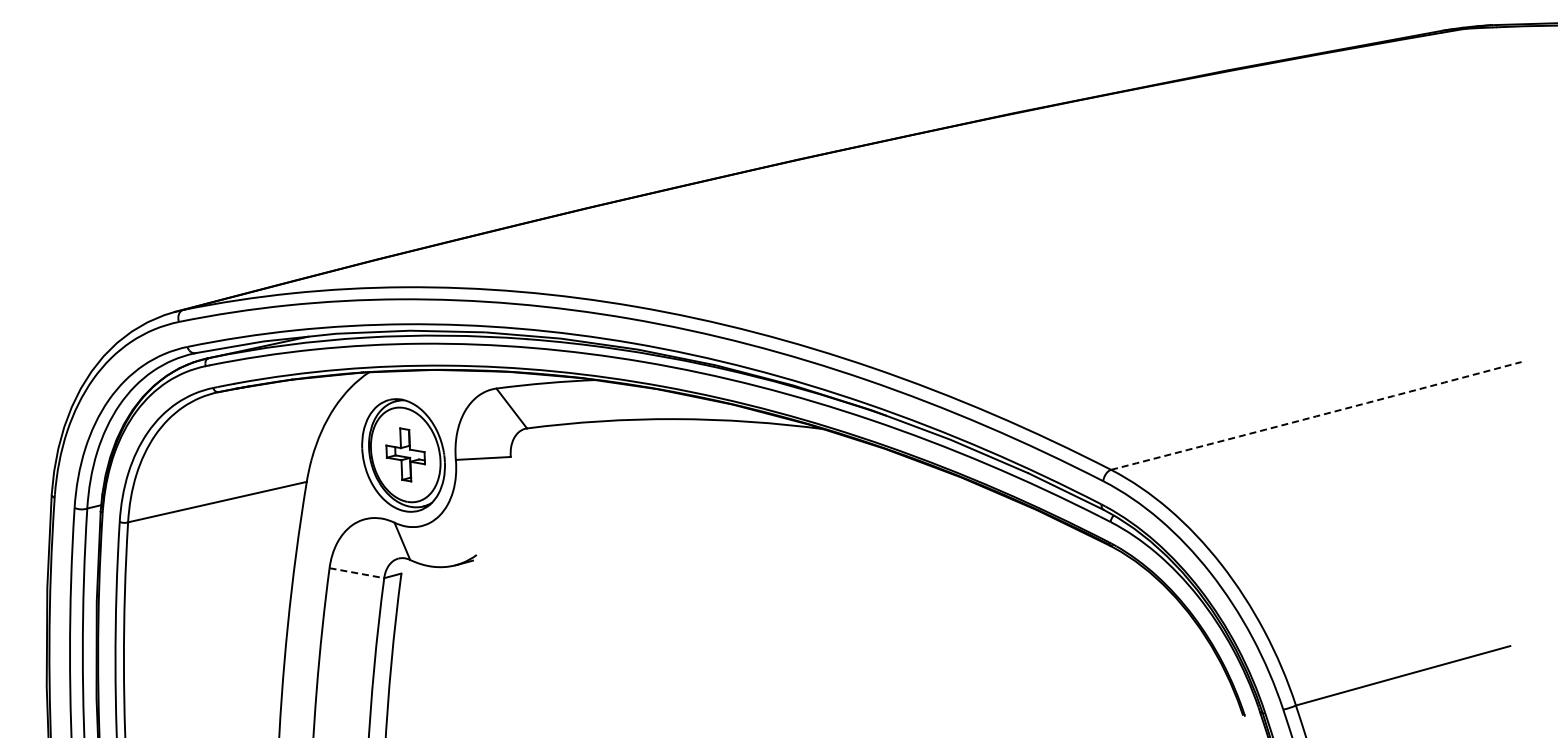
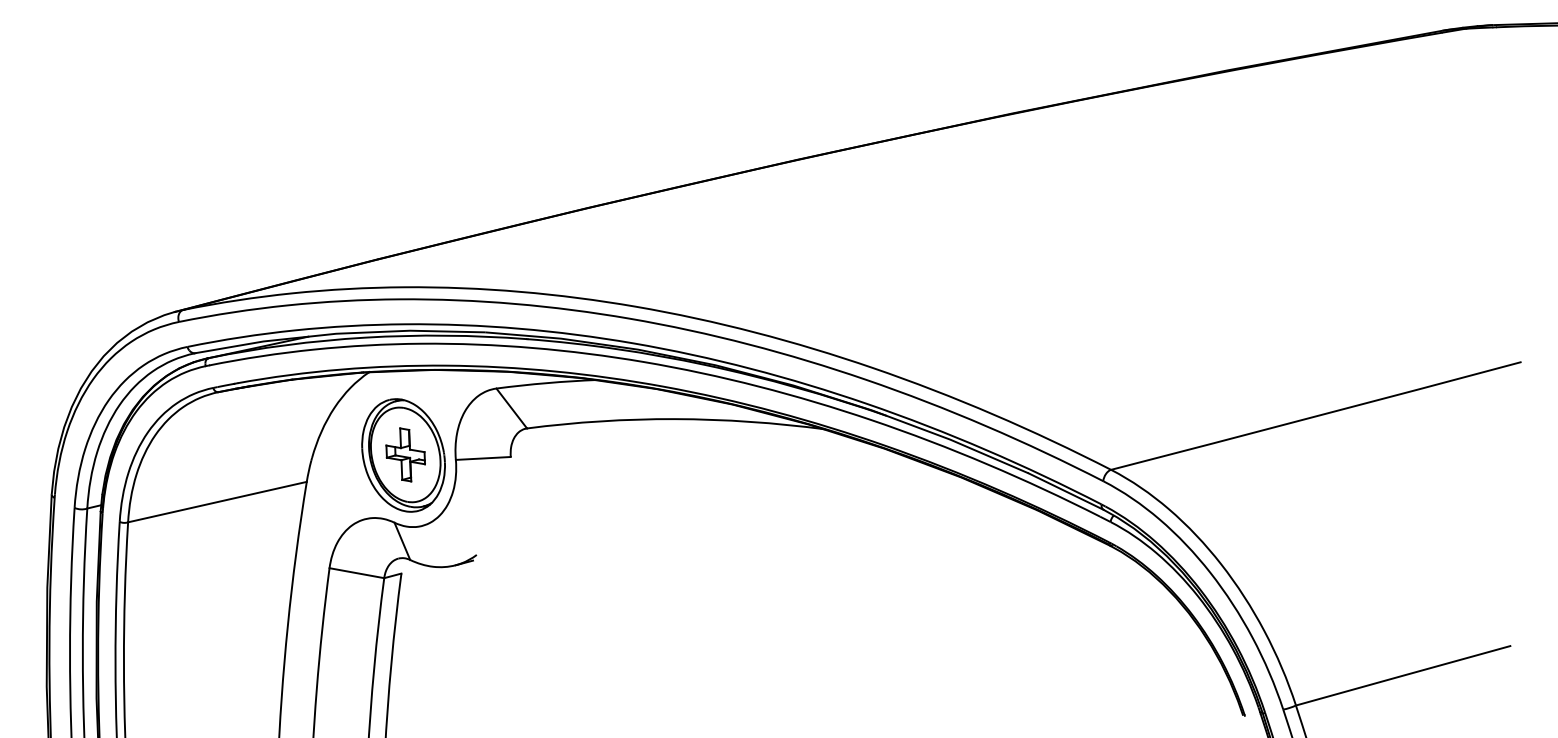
arc at (1316, 416): dashed -> solid
line at (356, 573): dashed -> solid
